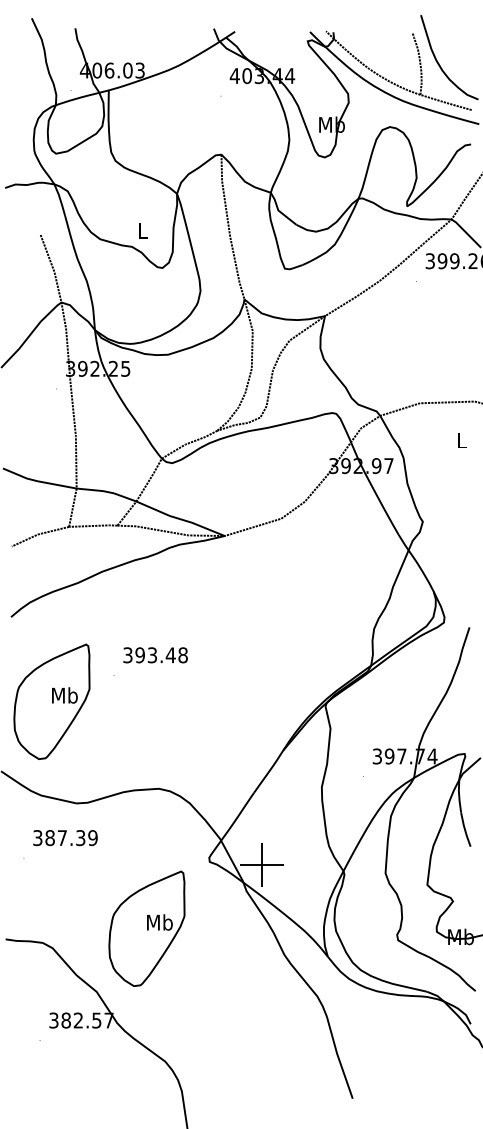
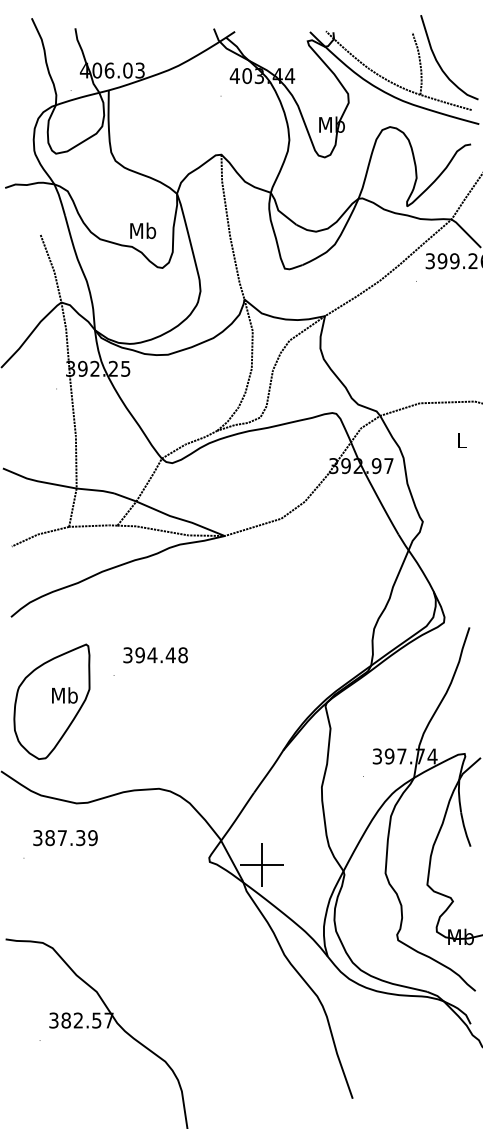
text at (143, 230): L -> Mb
text at (152, 655): 393.48 -> 394.48
part at (146, 928): present -> none
